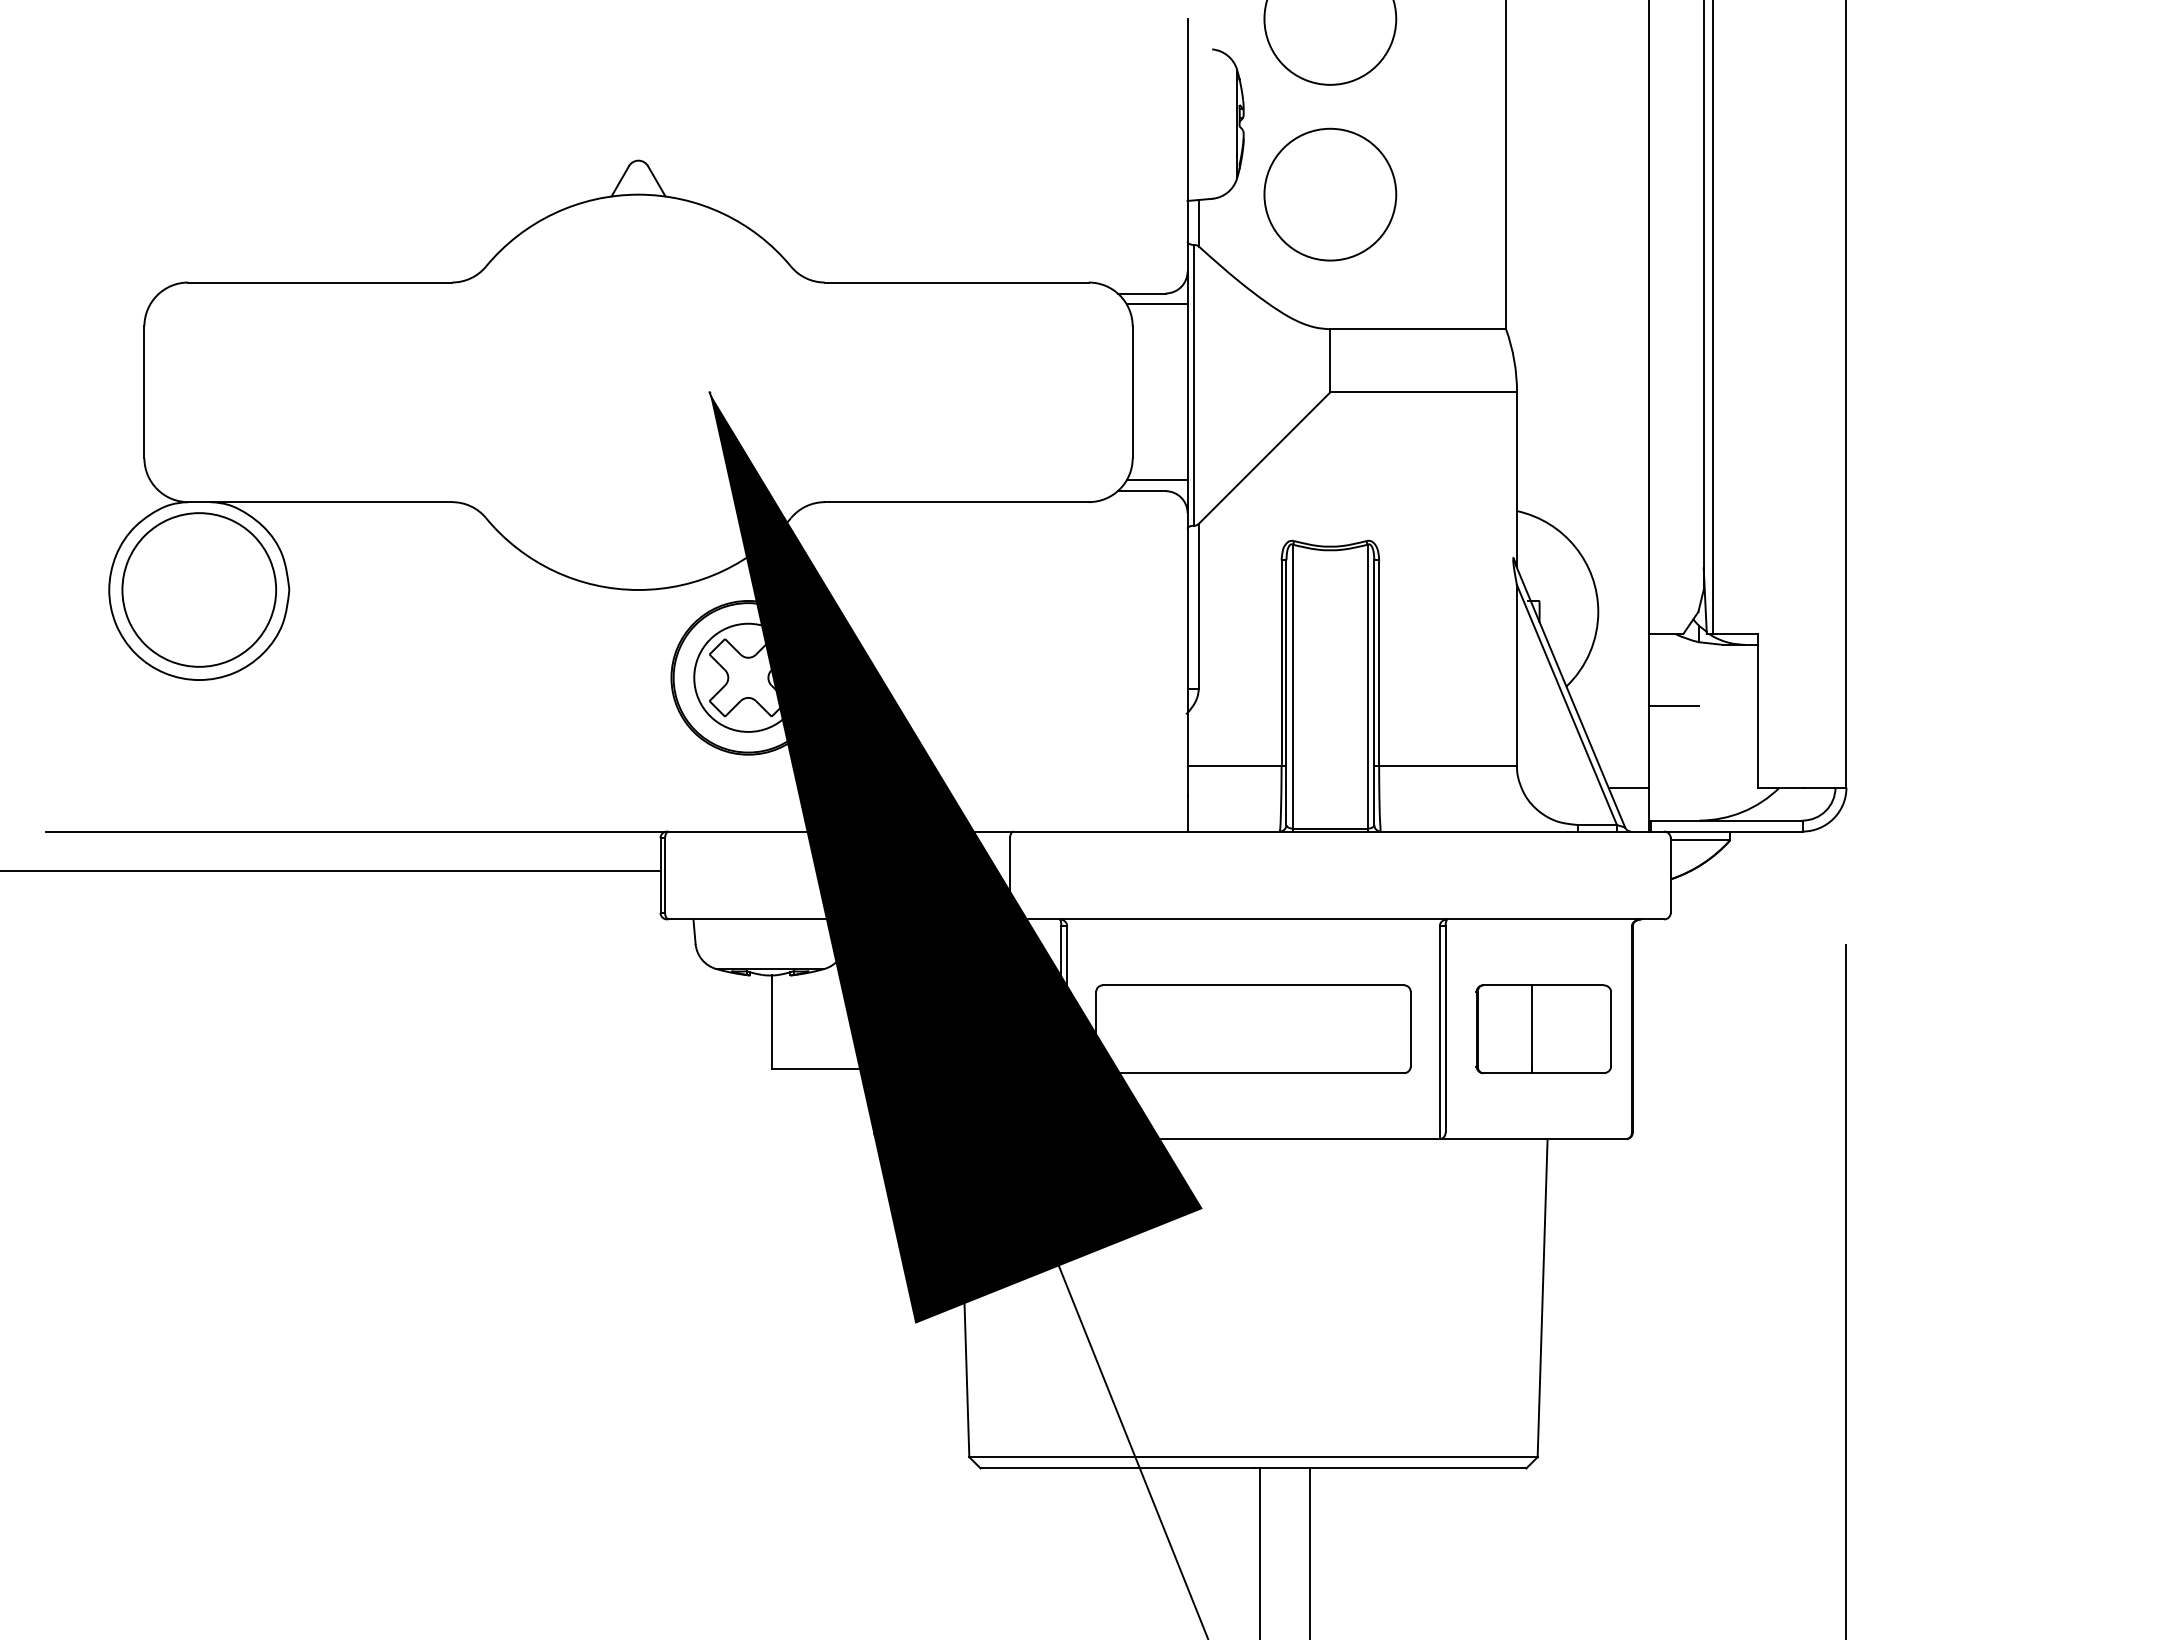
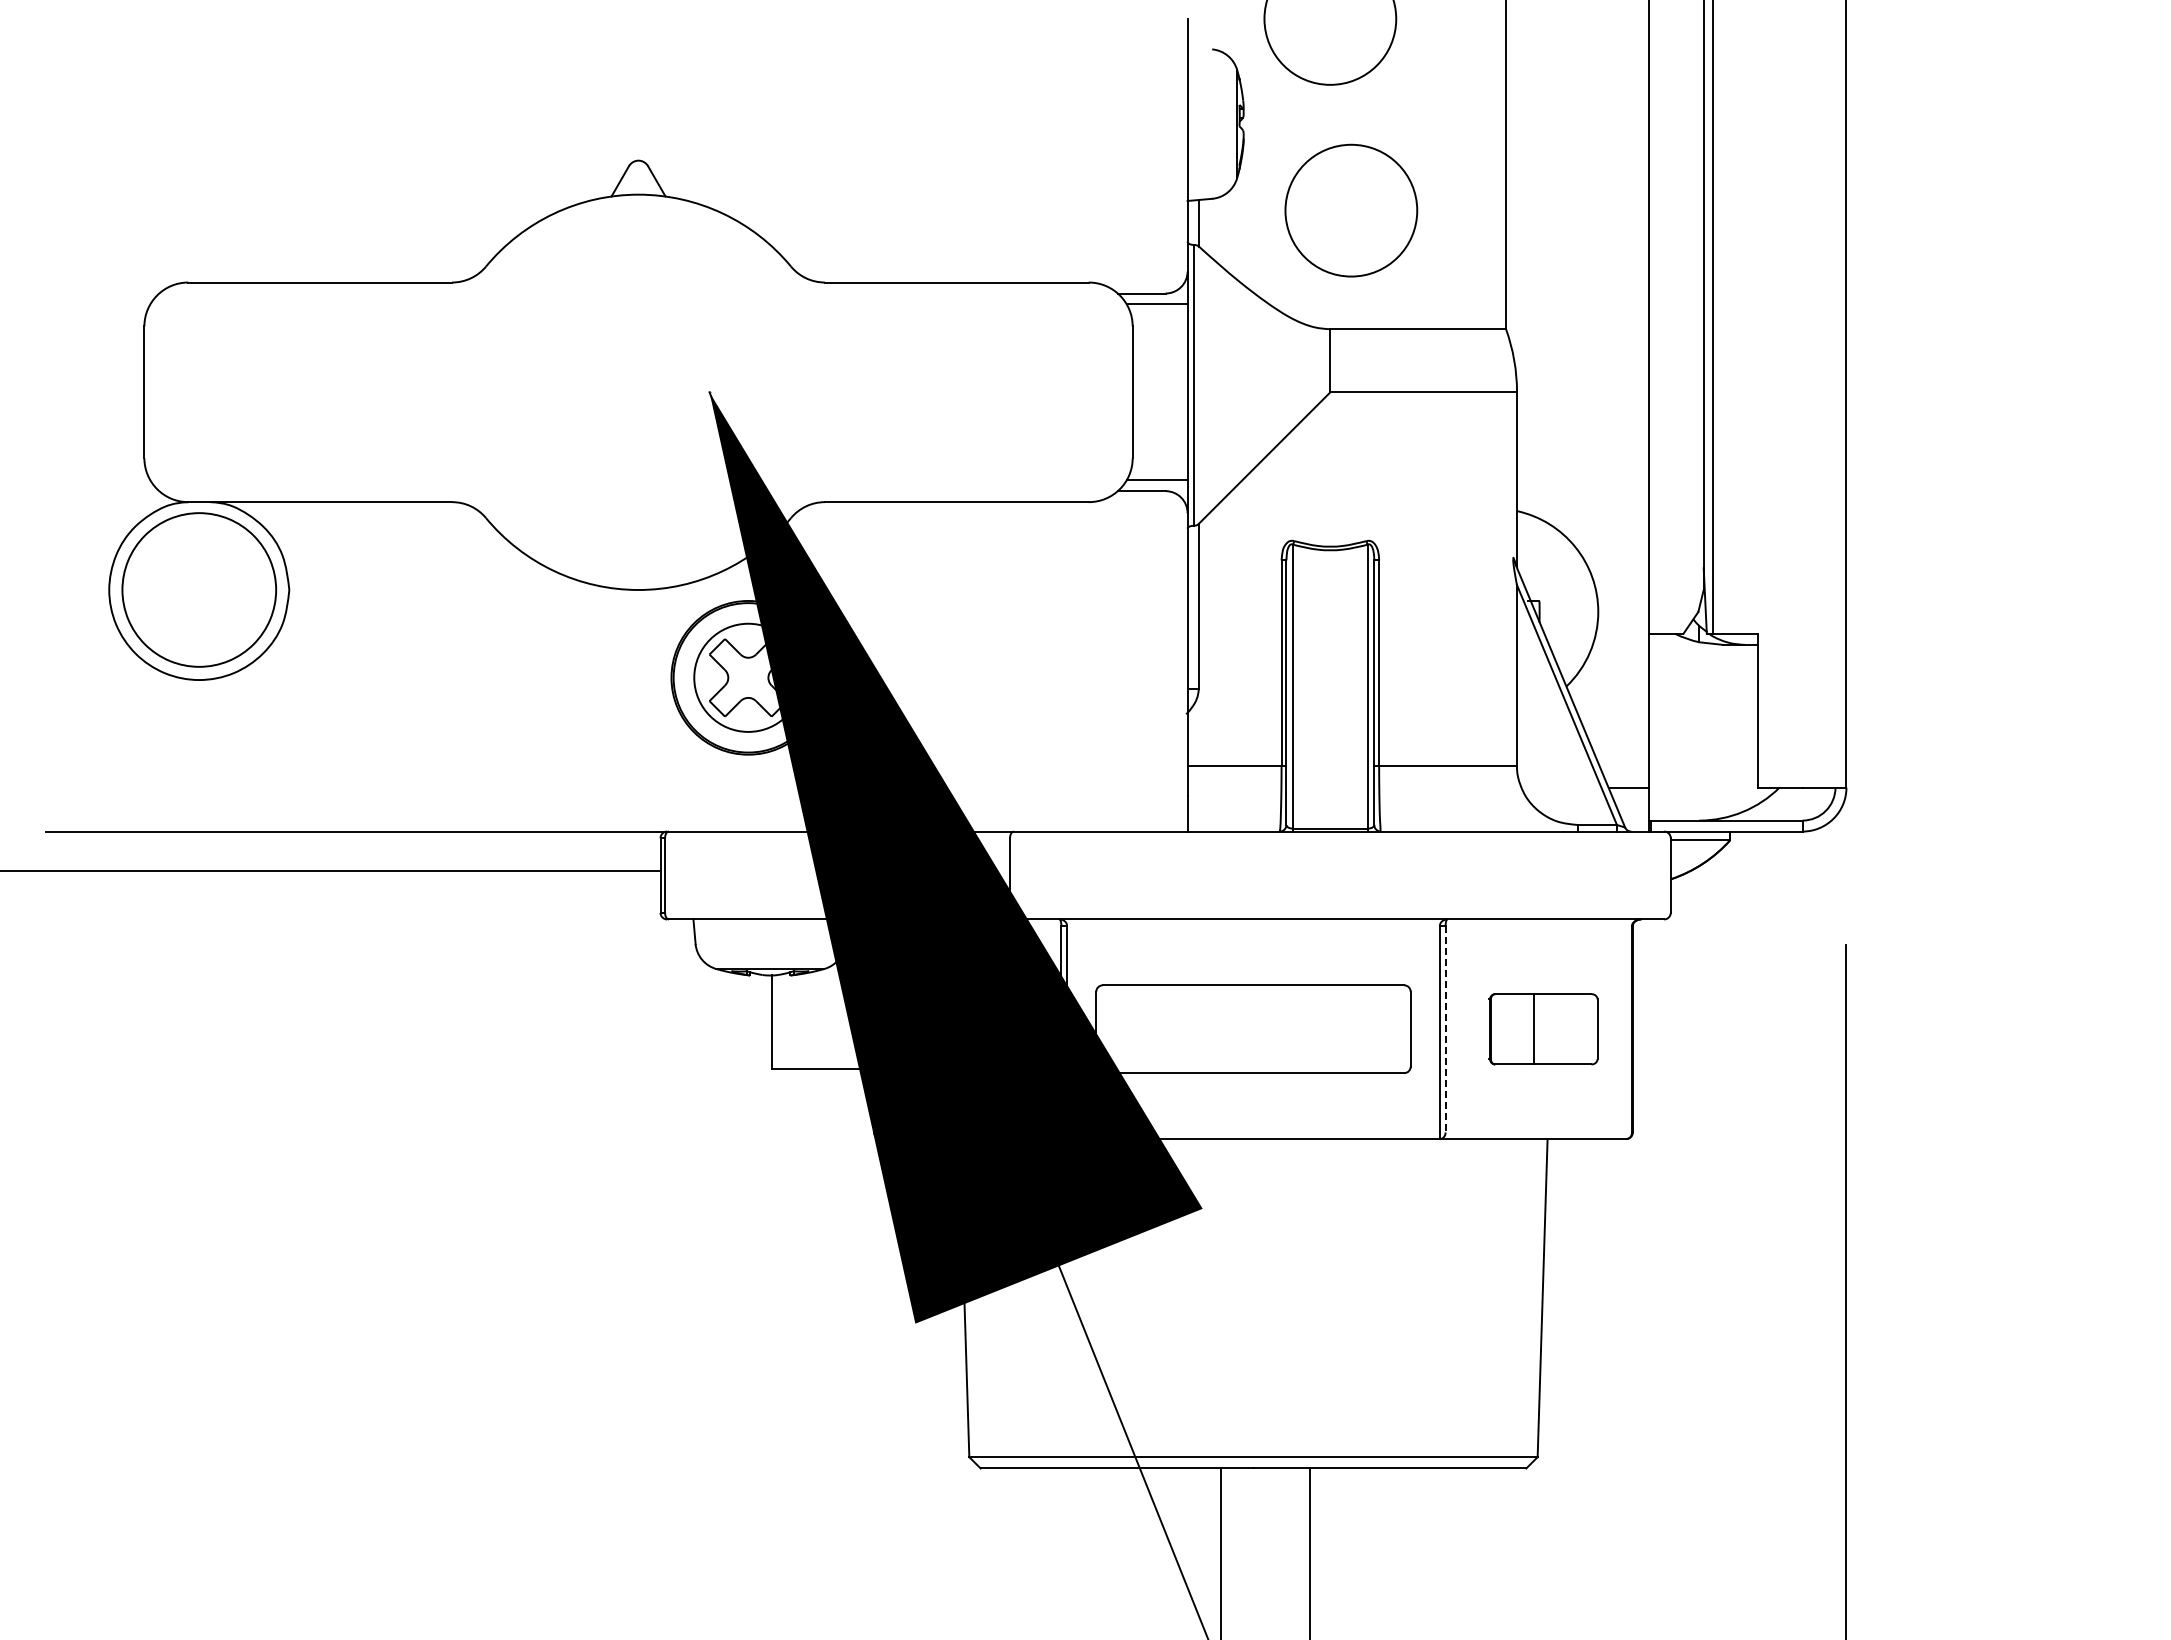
circle at (1330, 194) position: (1330, 194) -> (1351, 210)
line at (1673, 706): present -> none
line at (1445, 1029): solid -> dashed
part at (1543, 1029) size: 137x91 px -> 111x73 px
line at (1259, 1552) position: (1259, 1552) -> (1220, 1552)
